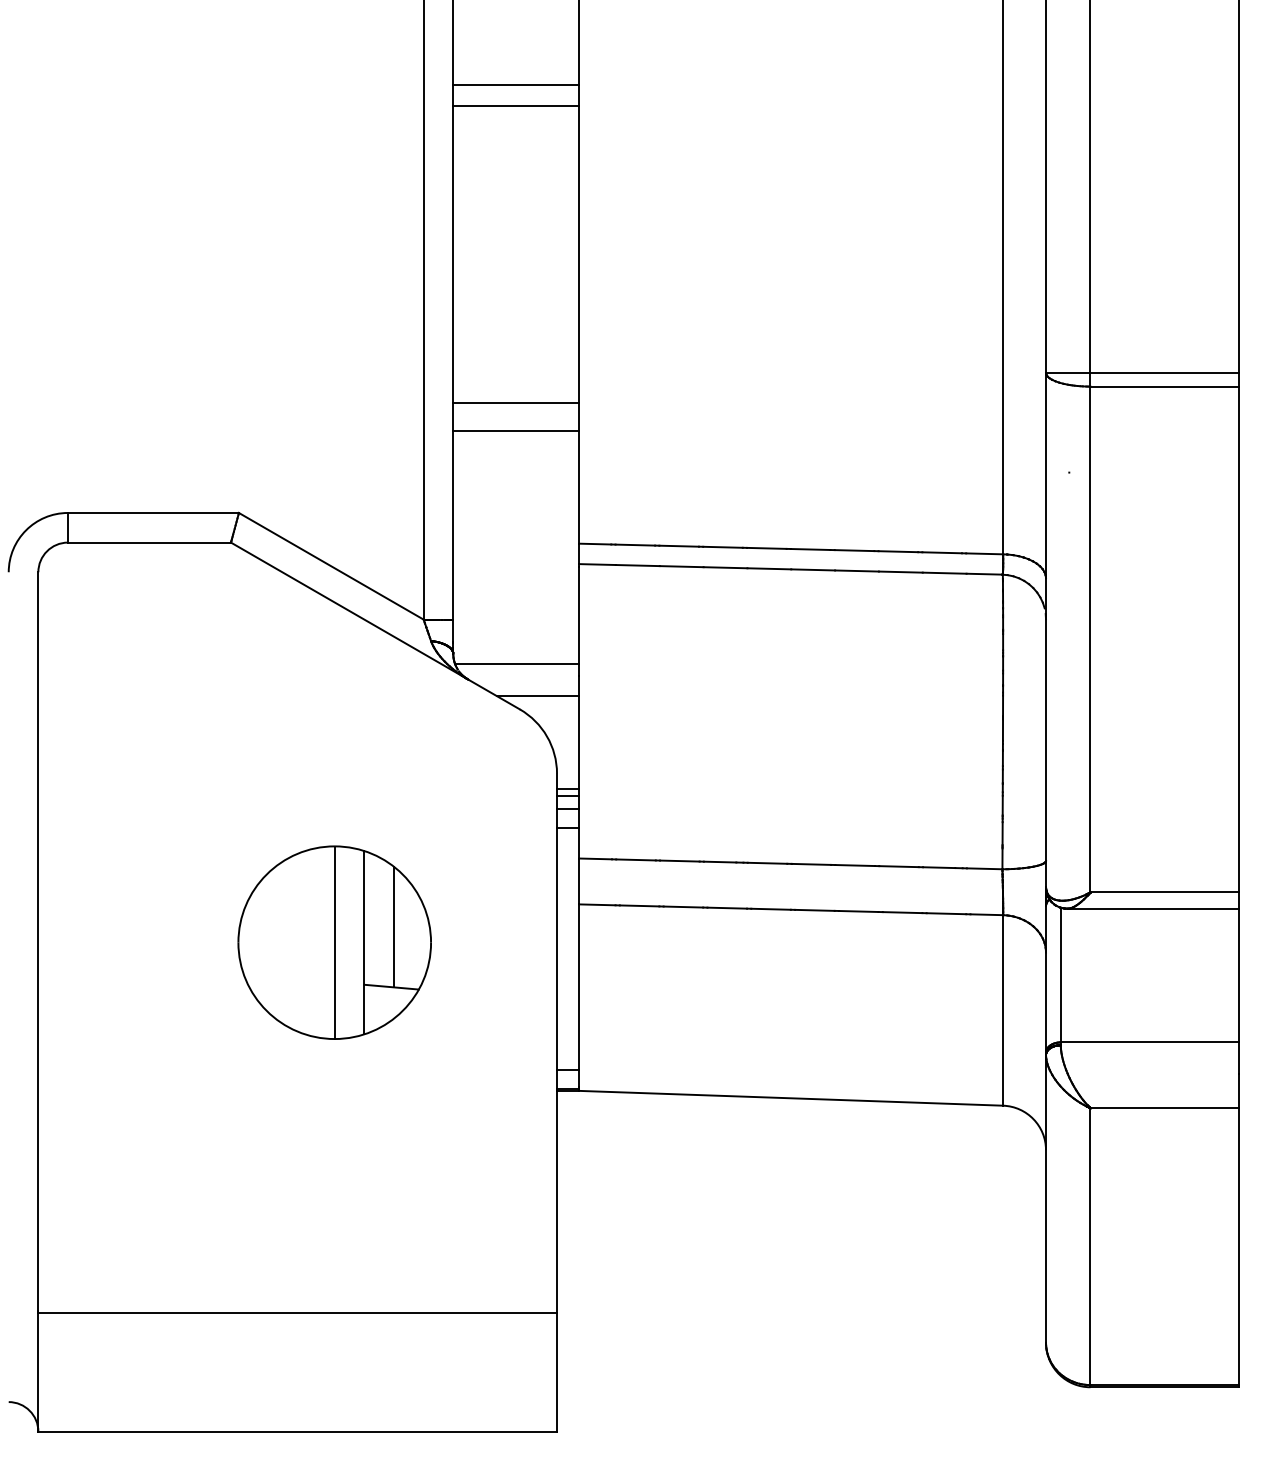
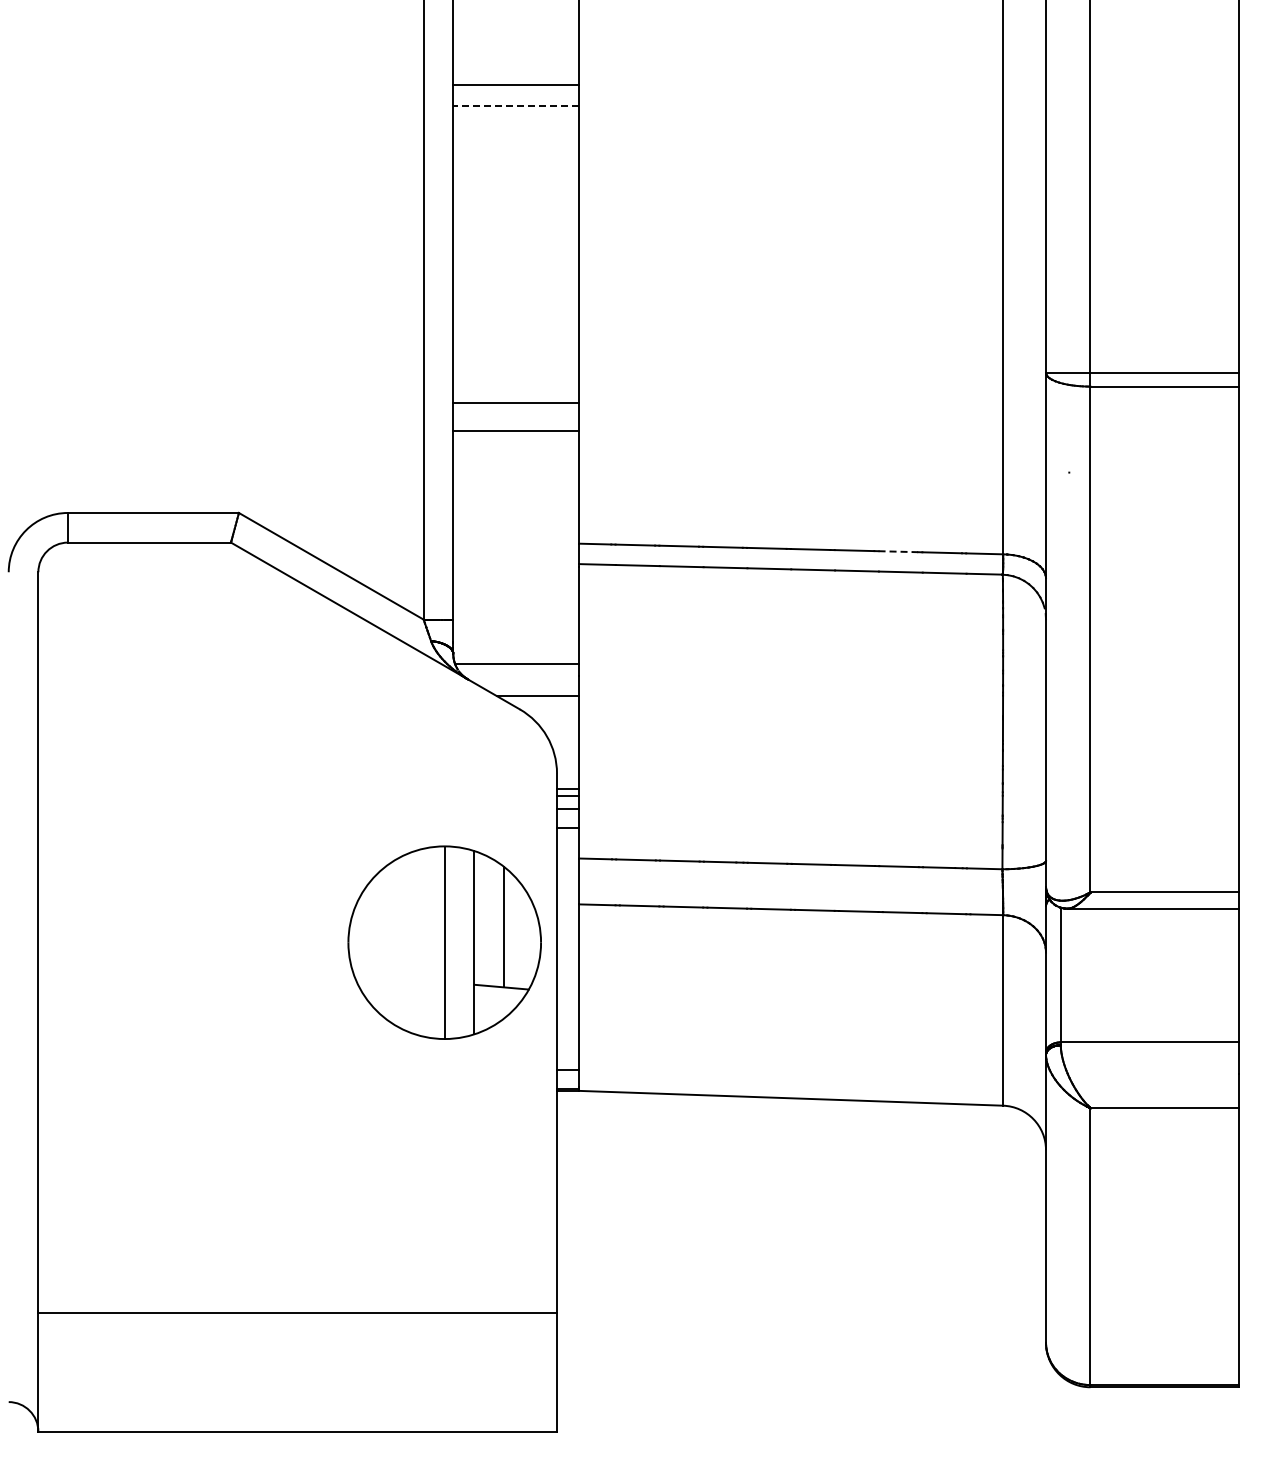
line at (516, 106): solid -> dashed
line at (898, 551): solid -> dashed
part at (334, 942) position: (334, 942) -> (444, 942)
